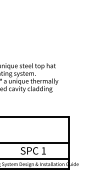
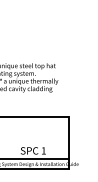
line at (35, 142): present -> none
